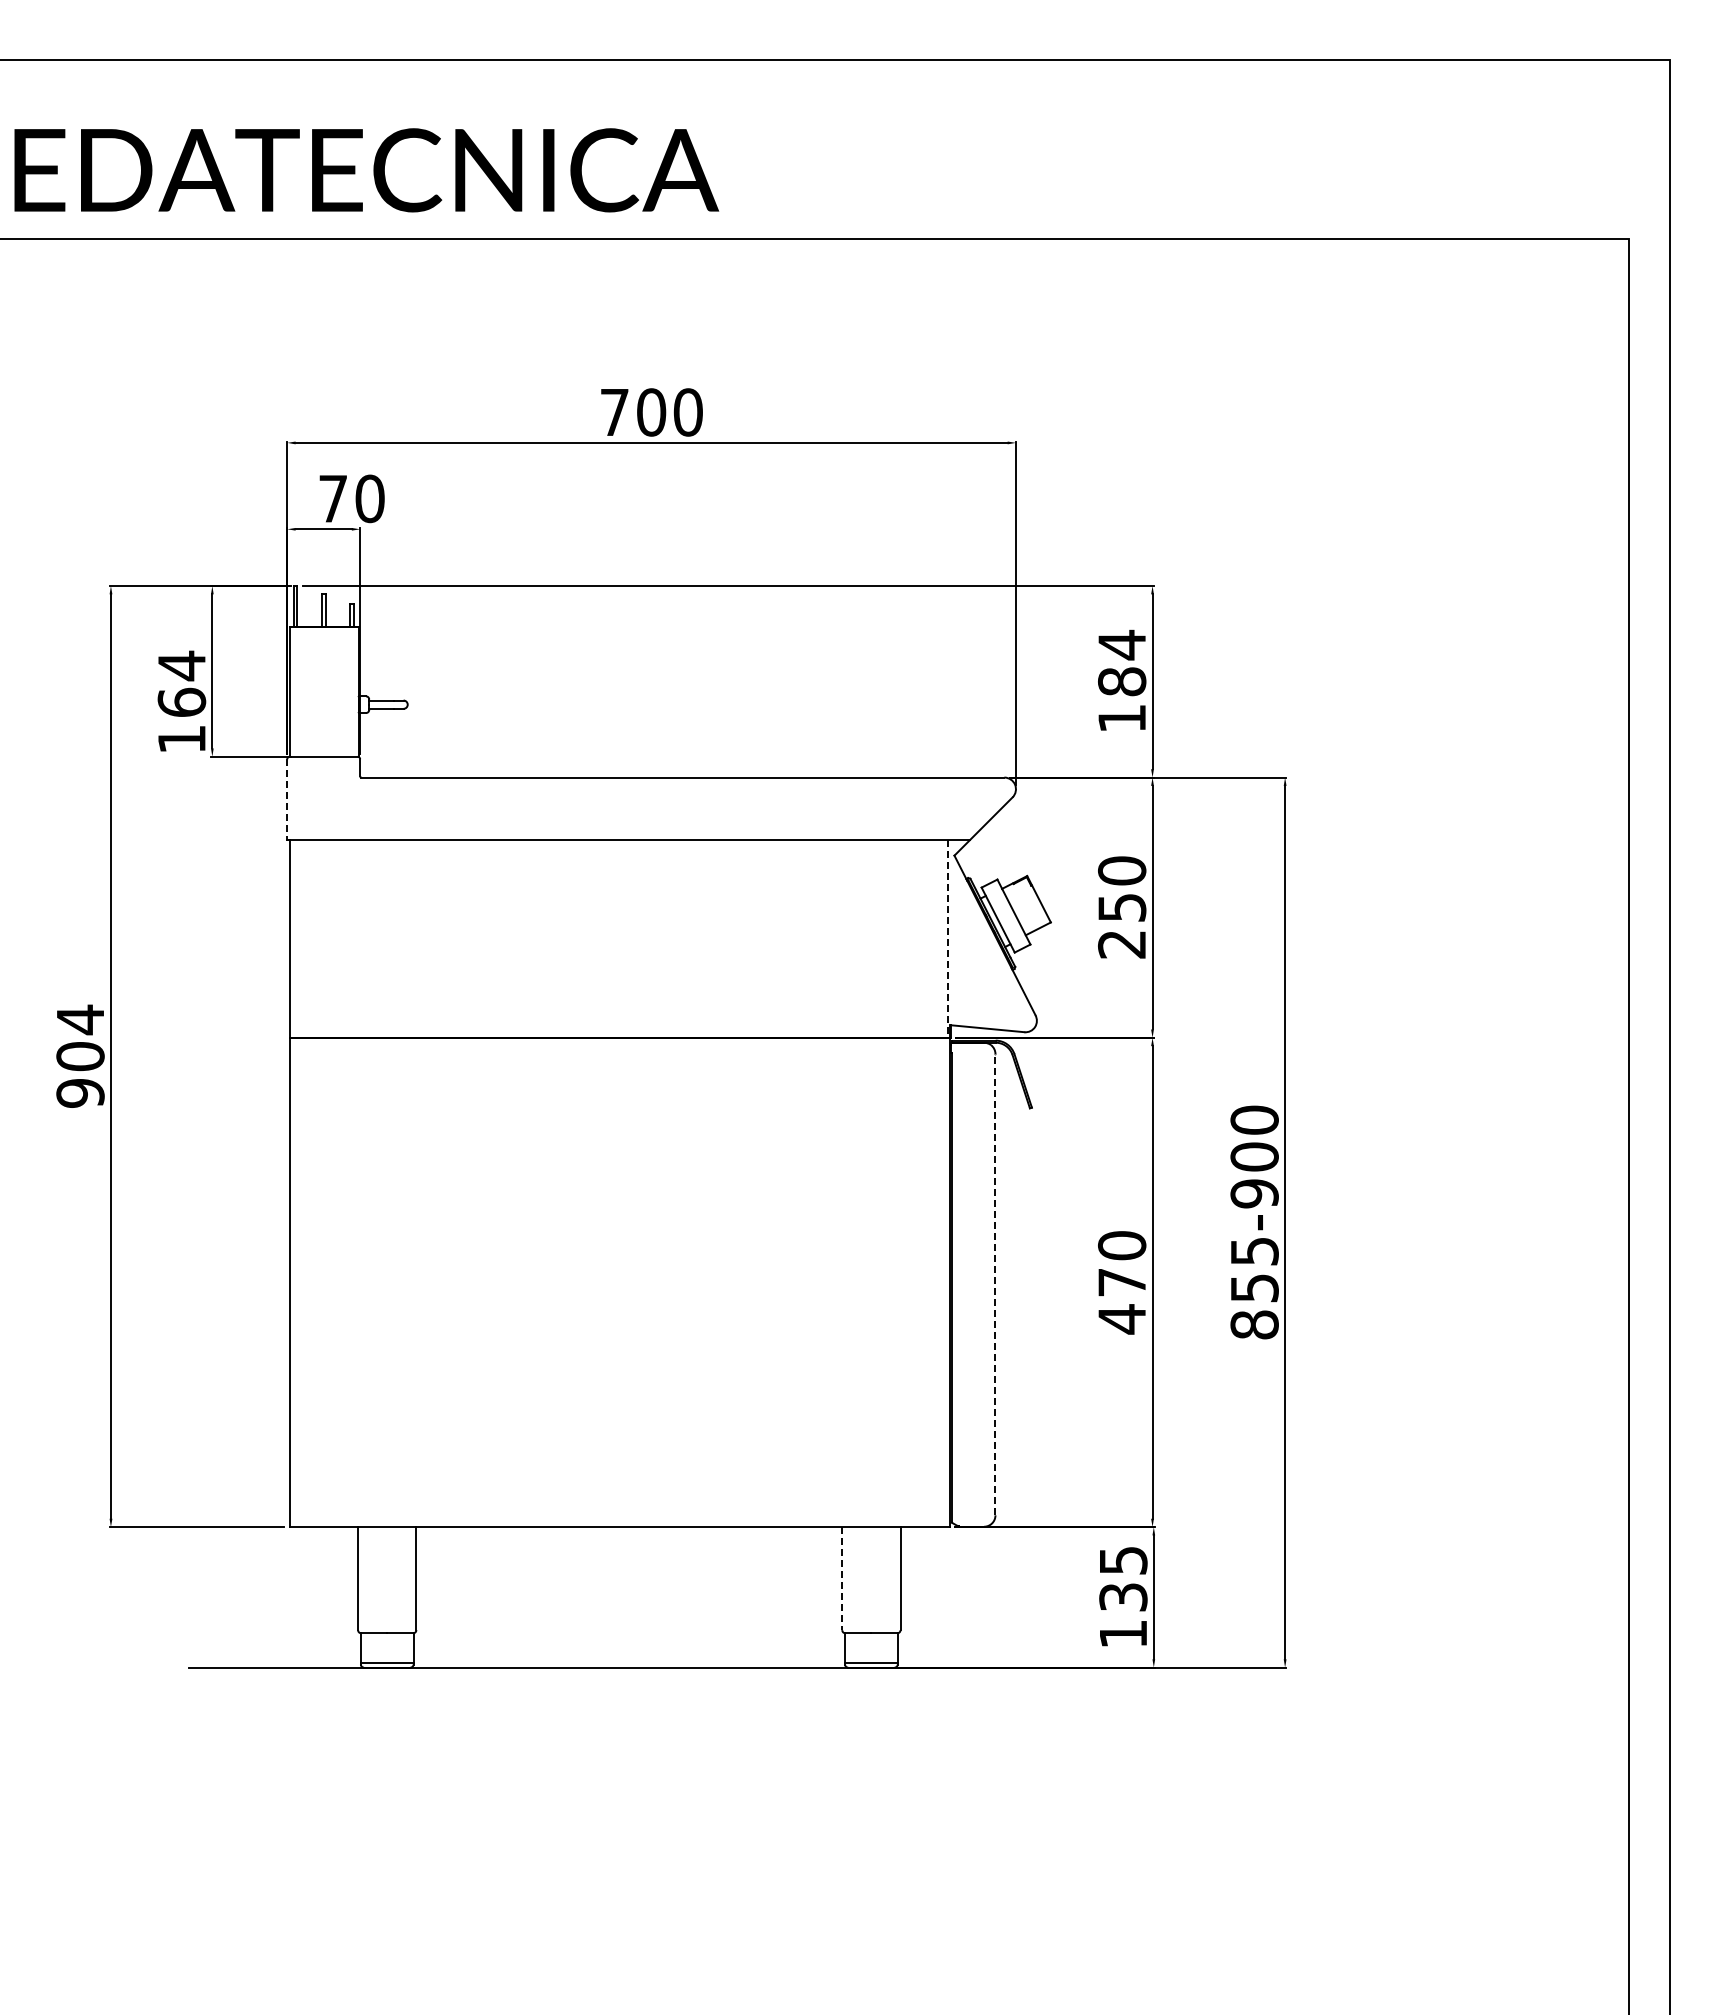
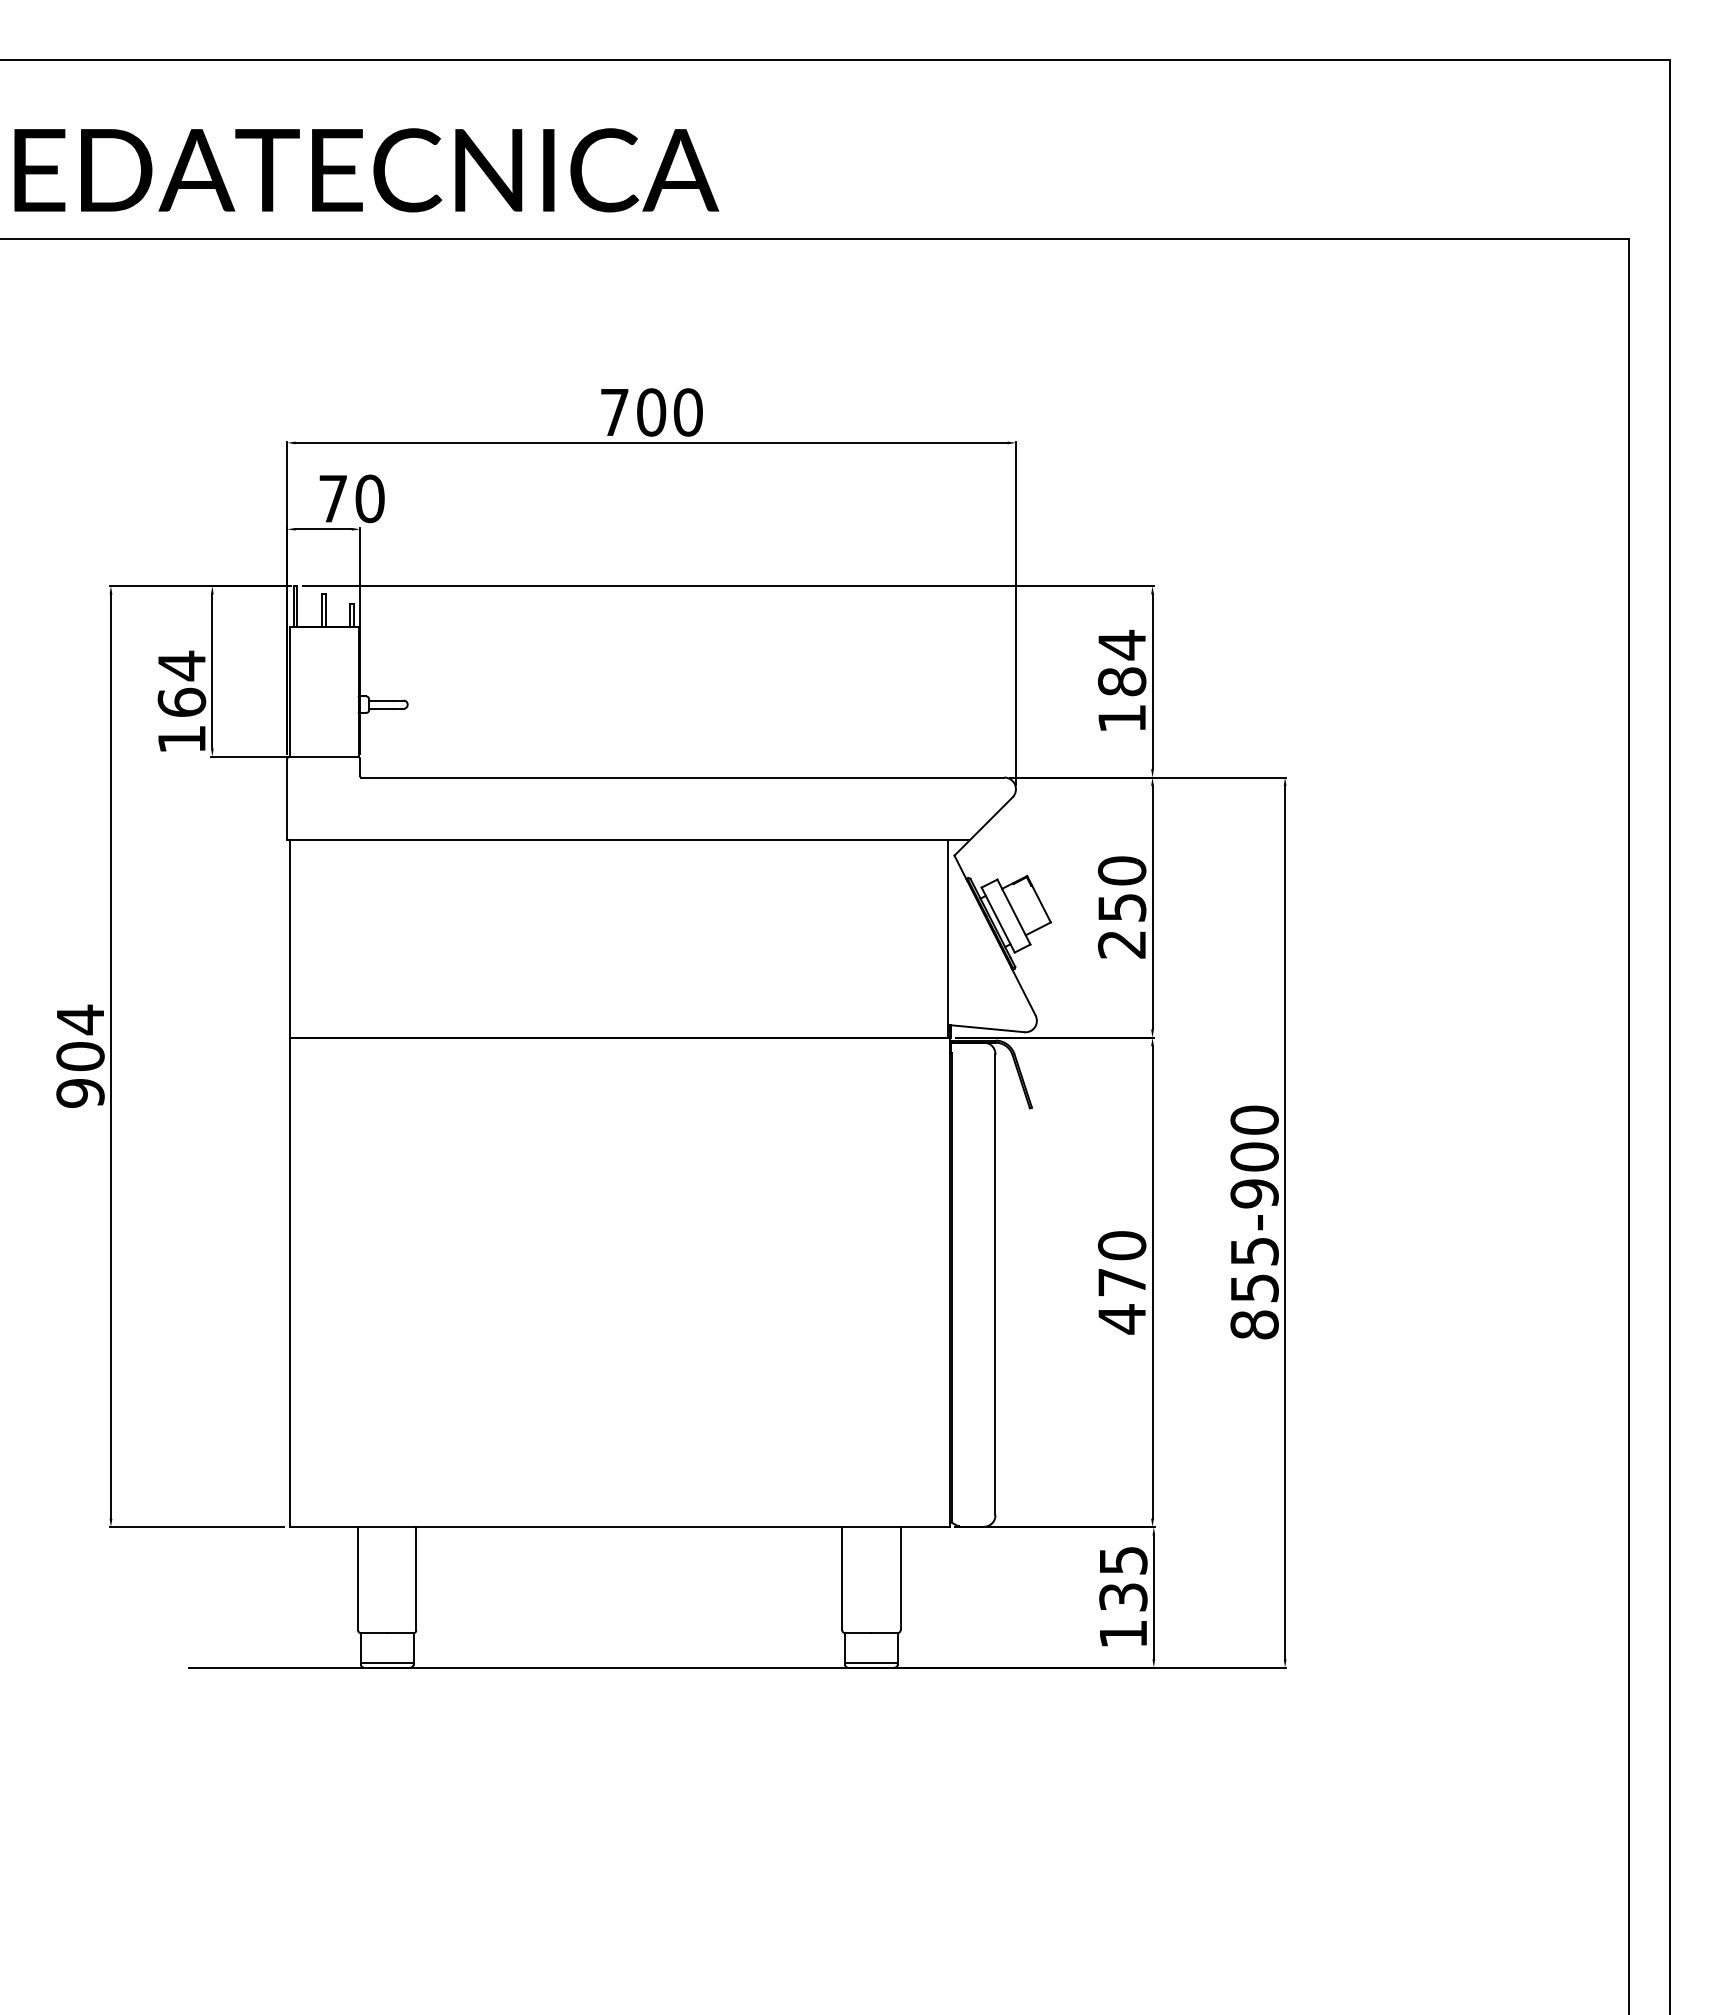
line at (287, 800): dashed -> solid
line at (948, 938): dashed -> solid
line at (995, 1284): dashed -> solid
line at (842, 1578): dashed -> solid
